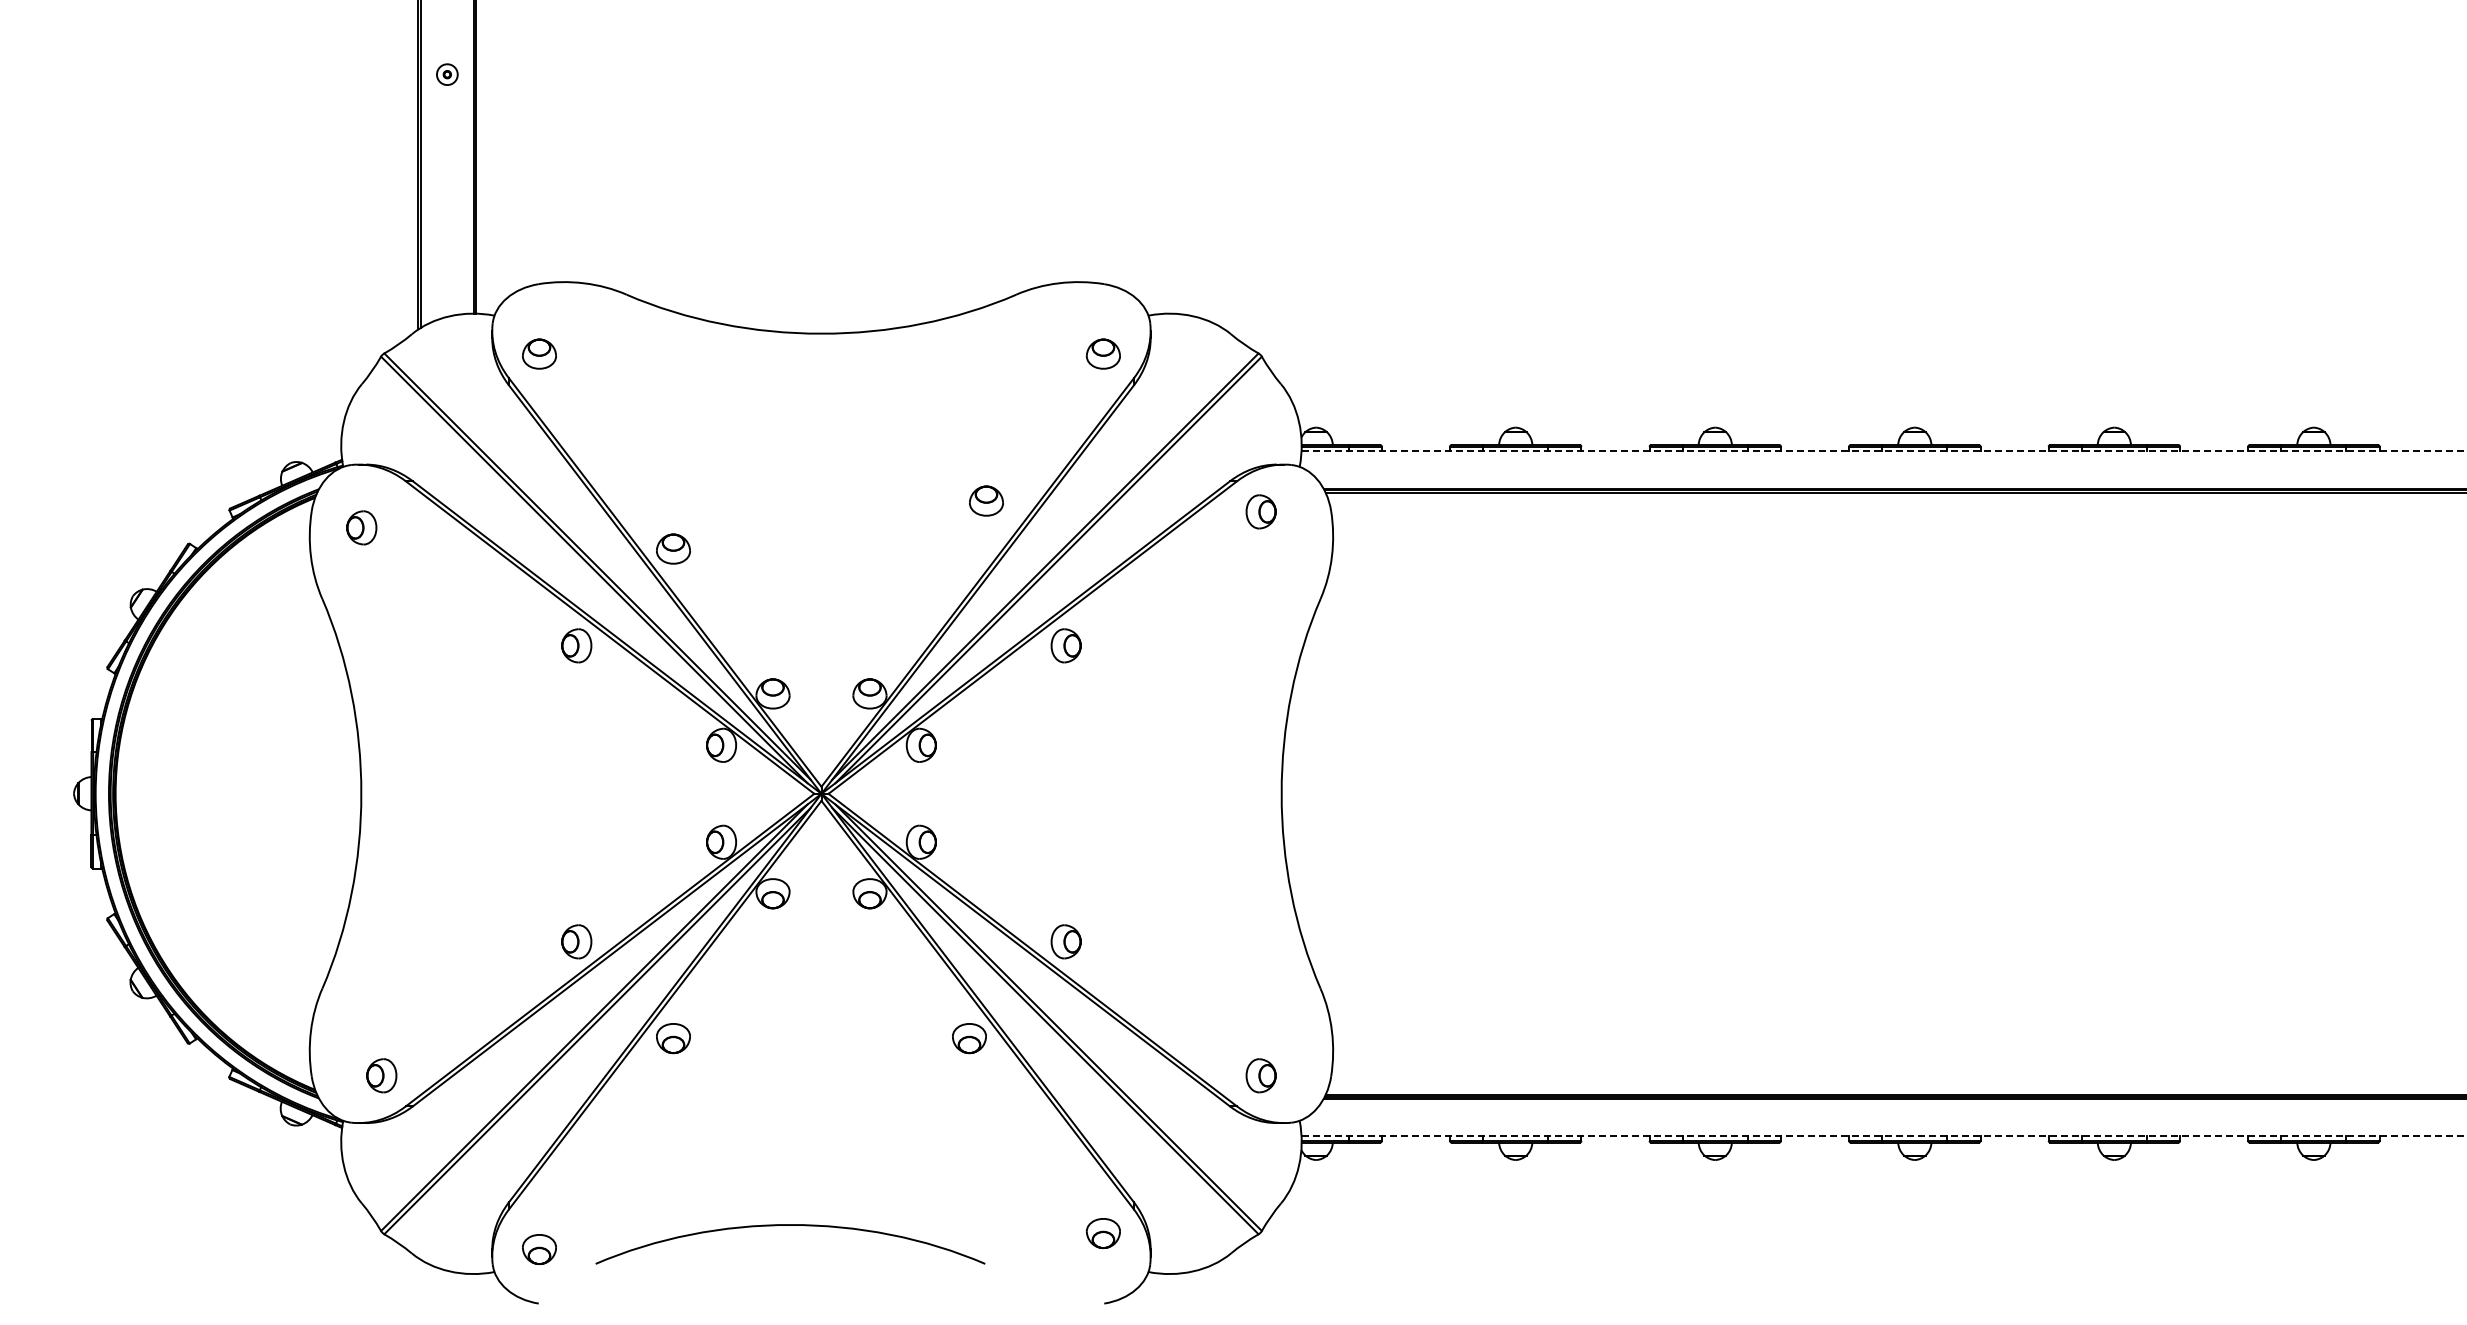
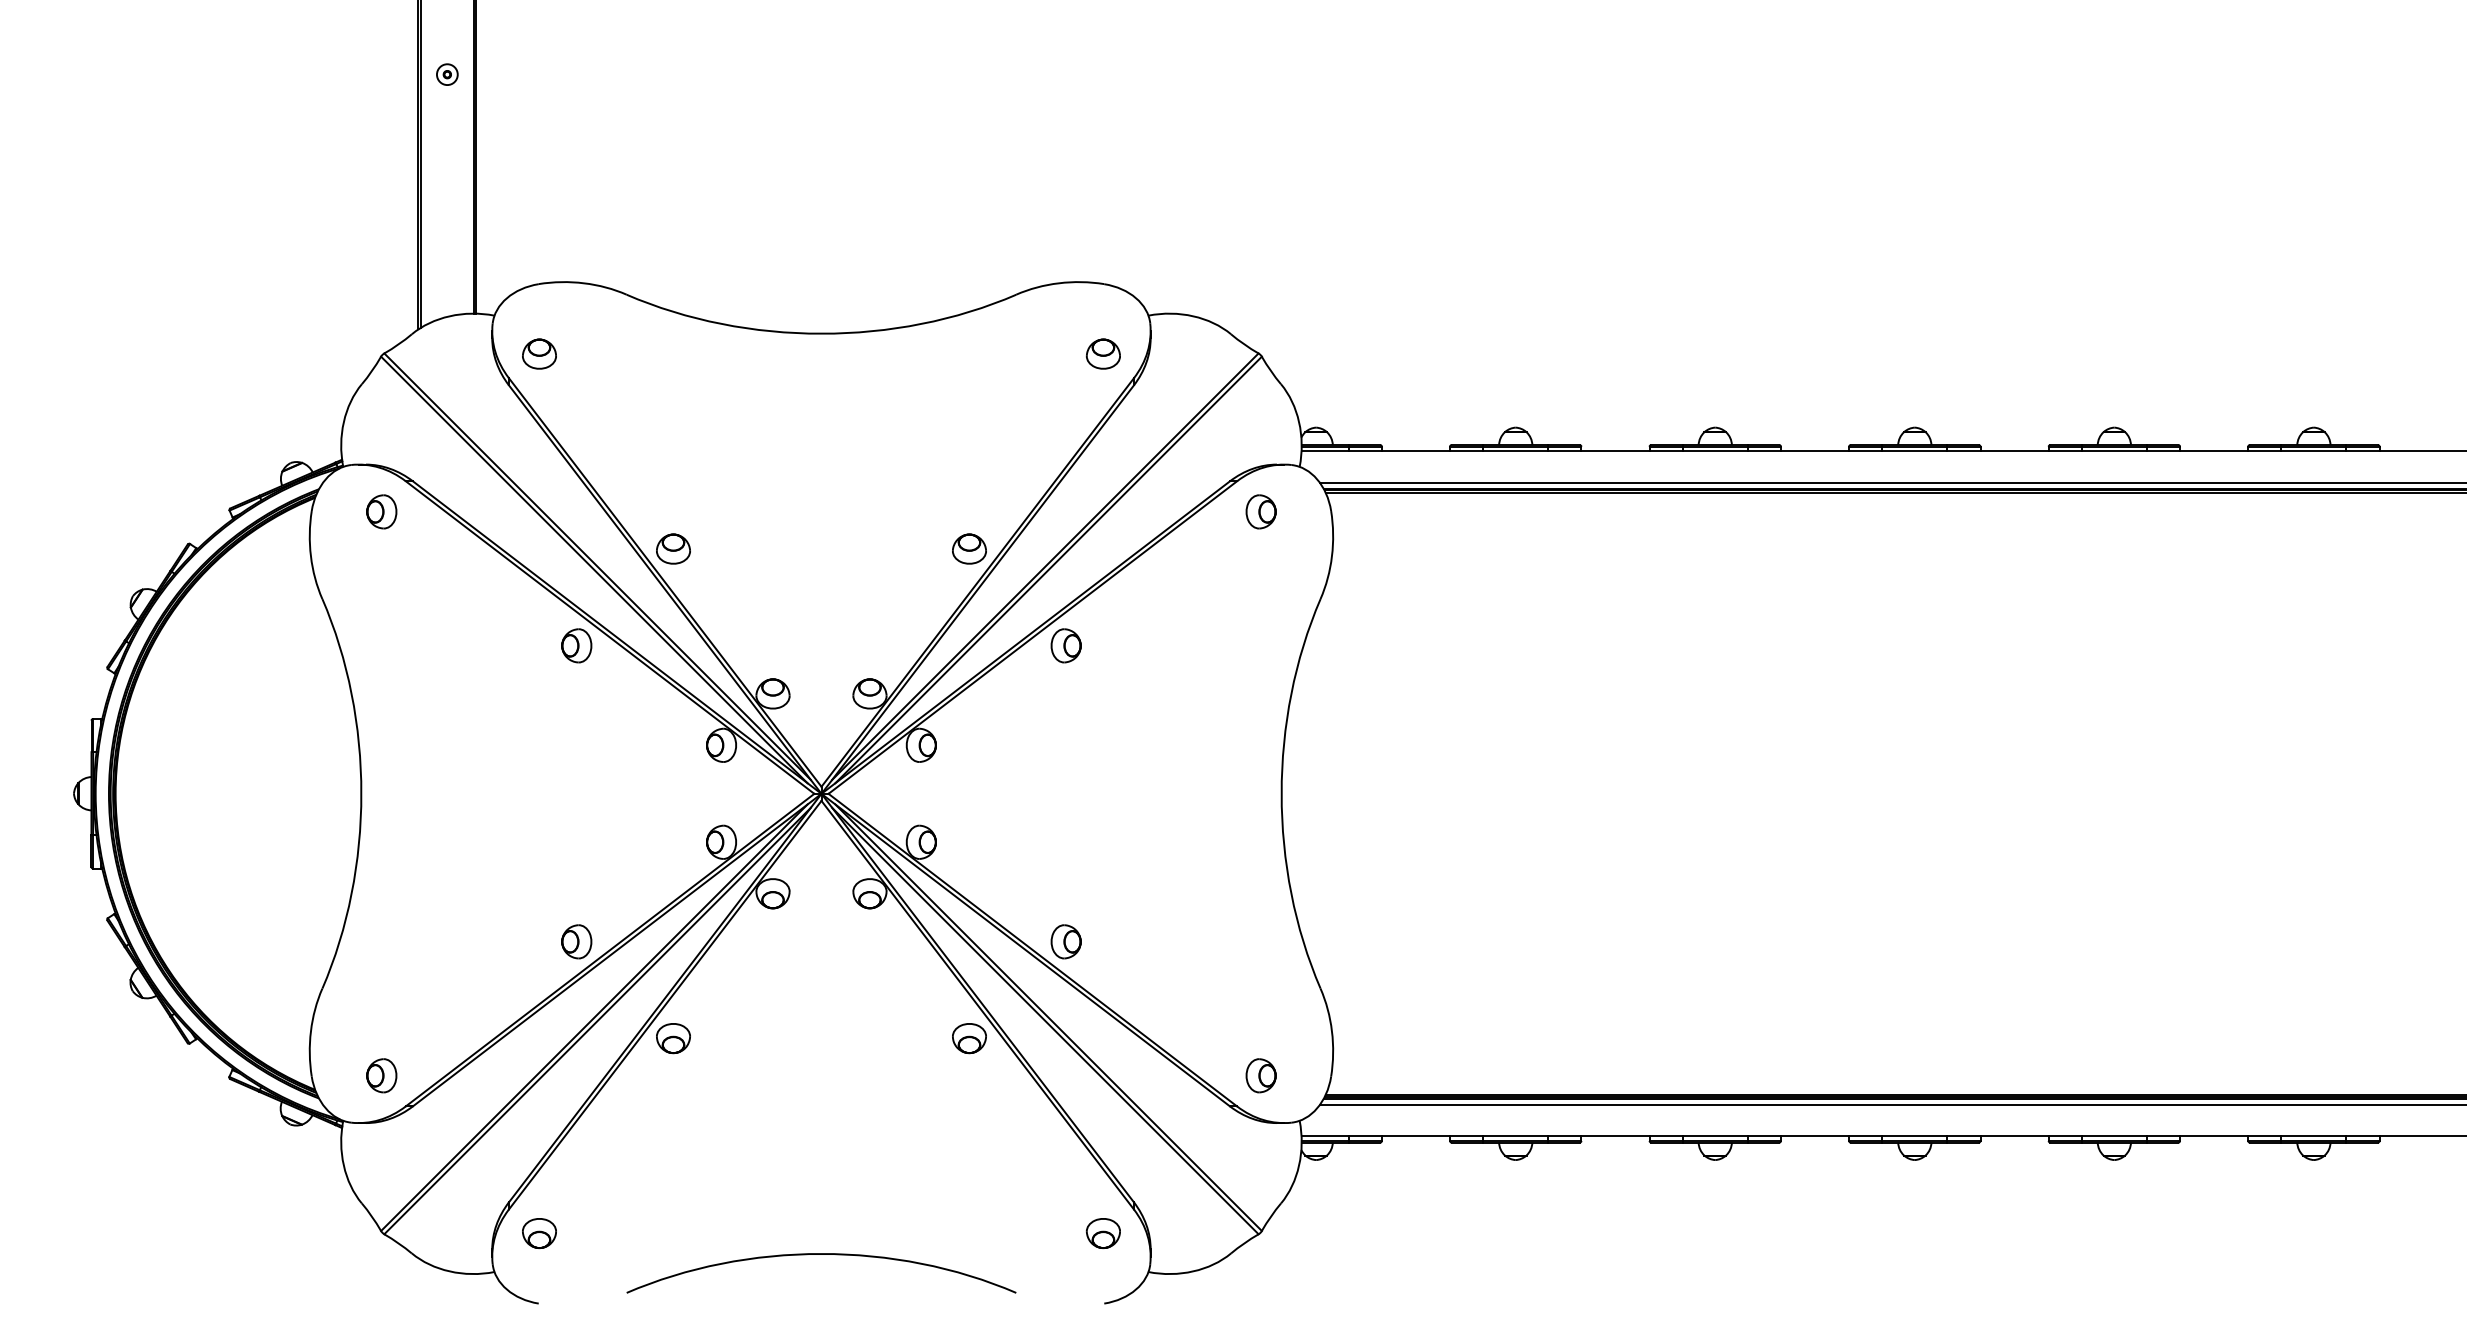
line at (1884, 451): dashed -> solid
line at (1891, 482): none -> present
part at (986, 500) position: (986, 500) -> (969, 548)
part at (361, 527) position: (361, 527) -> (381, 511)
line at (1891, 1104): none -> present
line at (1883, 1136): dashed -> solid
curve at (790, 1225) position: (790, 1225) -> (821, 1254)
part at (539, 1249) position: (539, 1249) -> (539, 1233)
